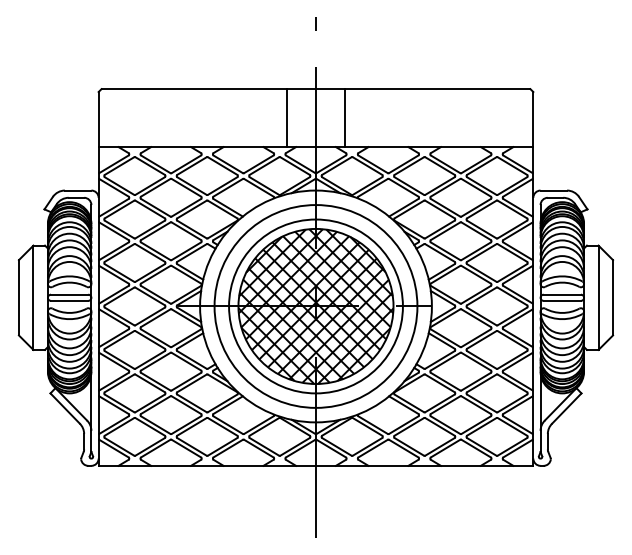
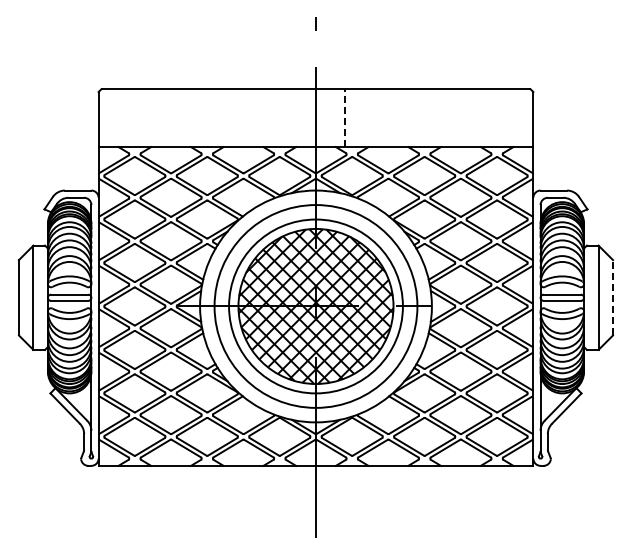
line at (287, 118): present -> none
line at (344, 118): solid -> dashed
line at (613, 297): solid -> dashed
